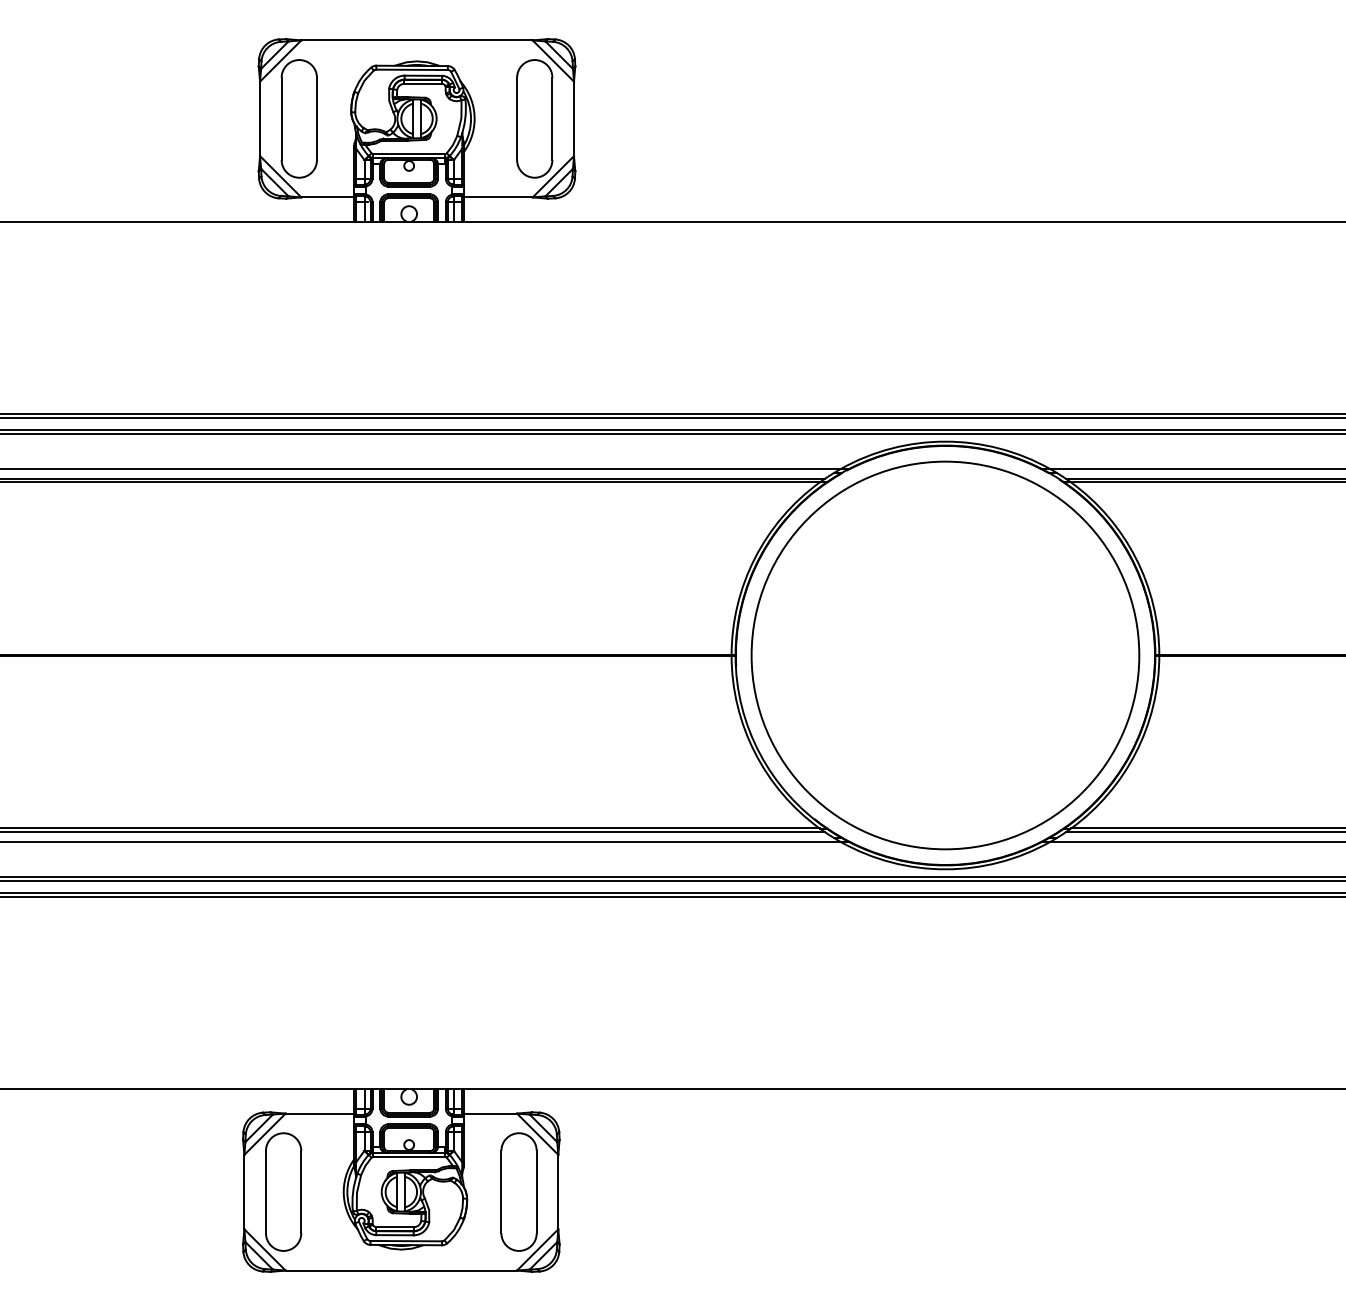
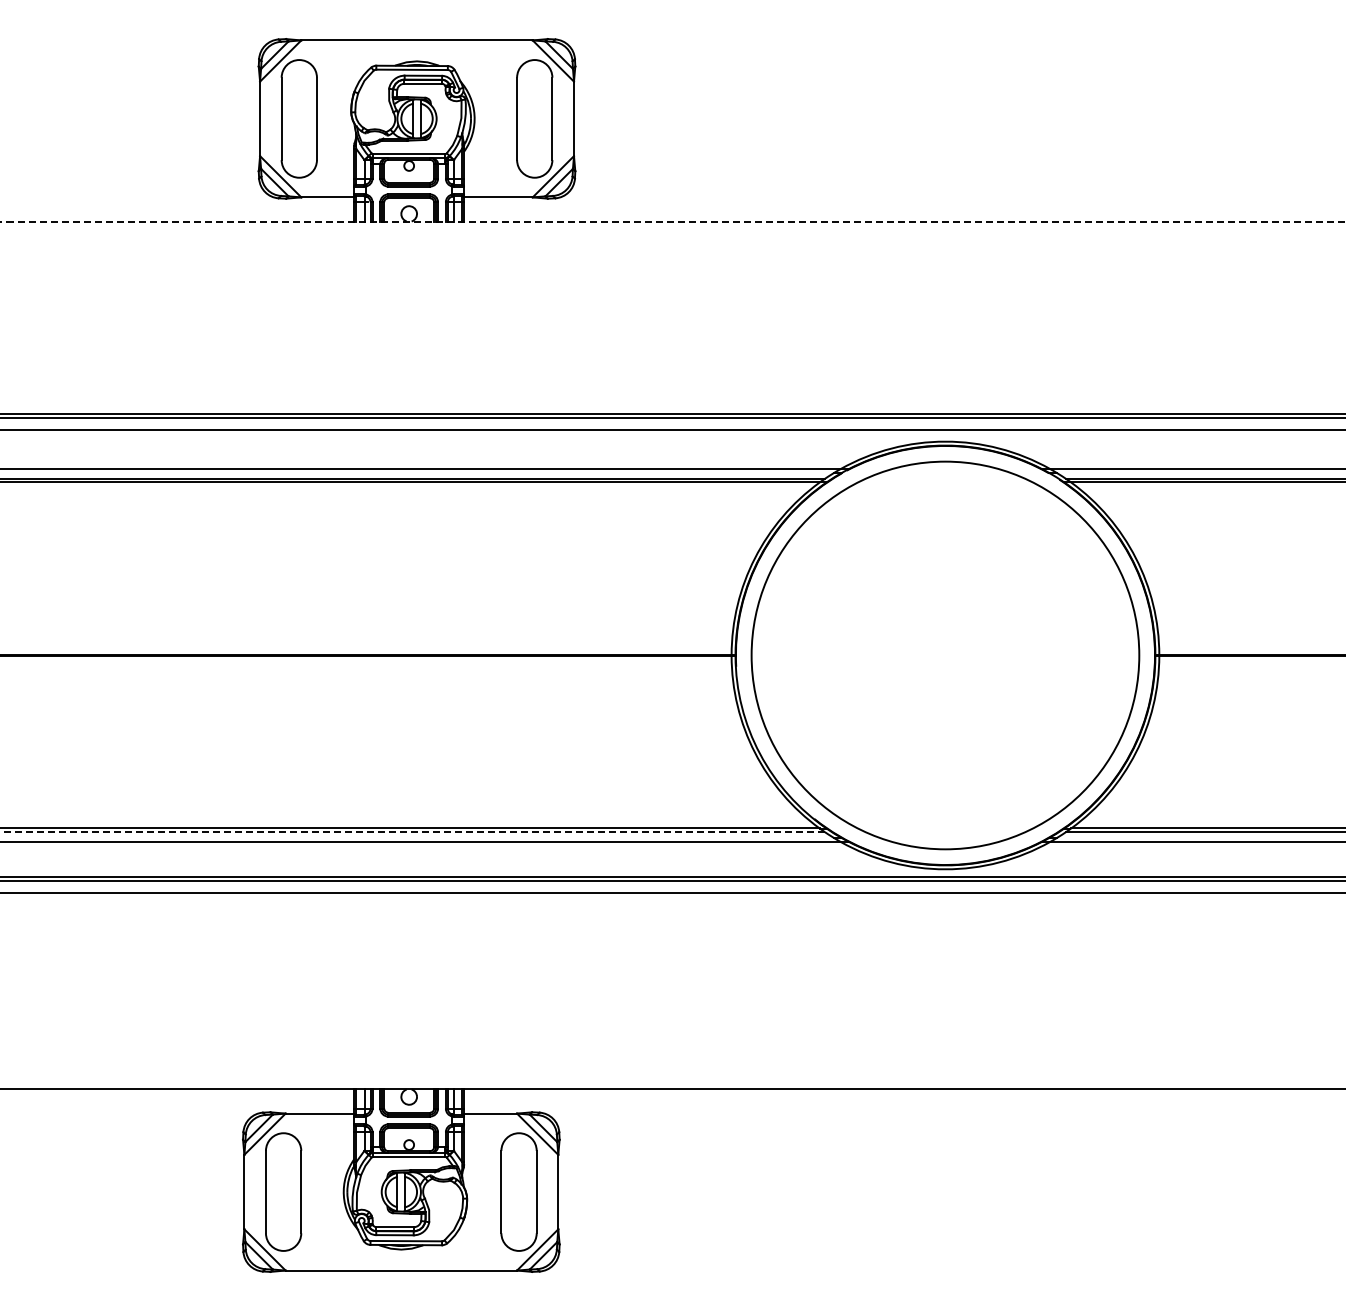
line at (673, 221): solid -> dashed
line at (672, 433): present -> none
line at (411, 832): solid -> dashed
line at (672, 897): present -> none
